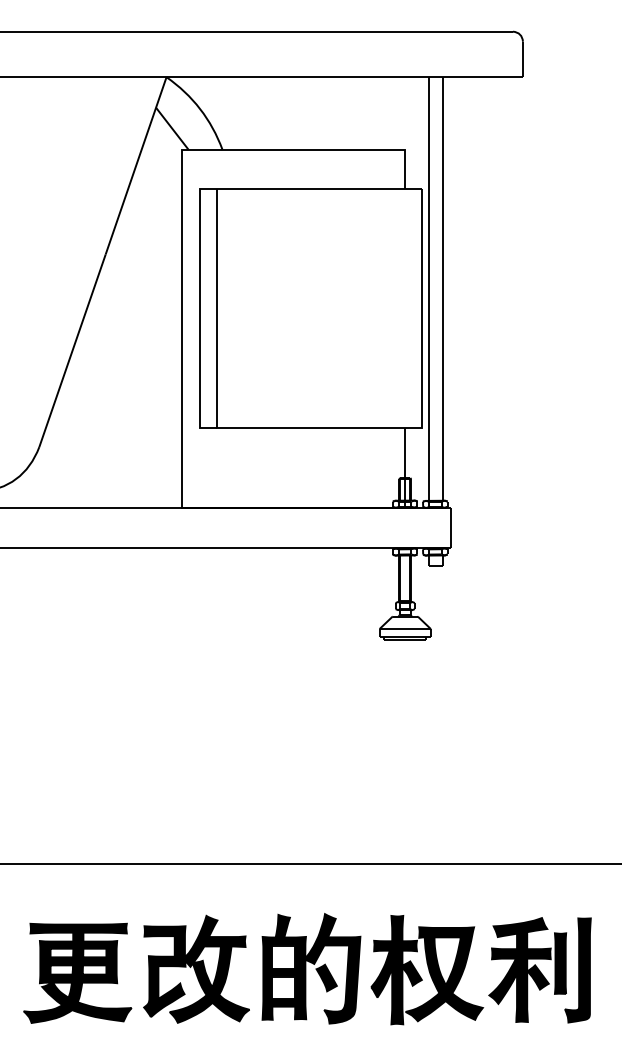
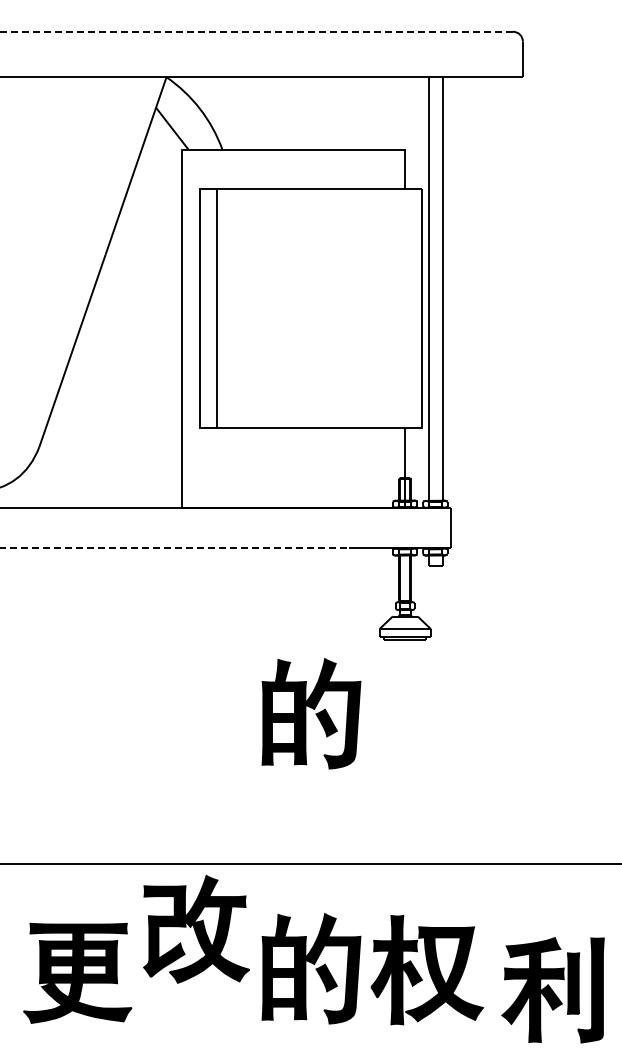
line at (256, 31): solid -> dashed
line at (175, 548): solid -> dashed
part at (311, 713): none -> present
part at (196, 968) position: (196, 968) -> (196, 928)
part at (539, 970) position: (539, 970) -> (552, 990)
